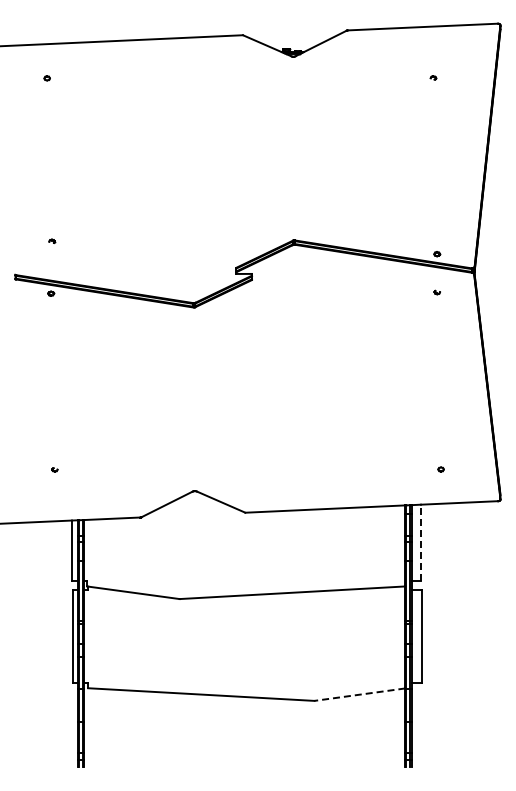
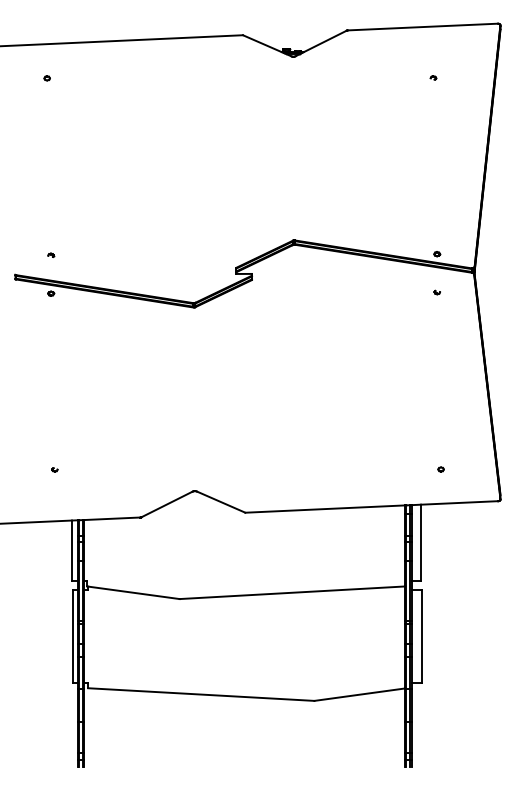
part at (52, 240) position: (52, 240) -> (51, 254)
line at (420, 542): dashed -> solid
line at (359, 694): dashed -> solid
